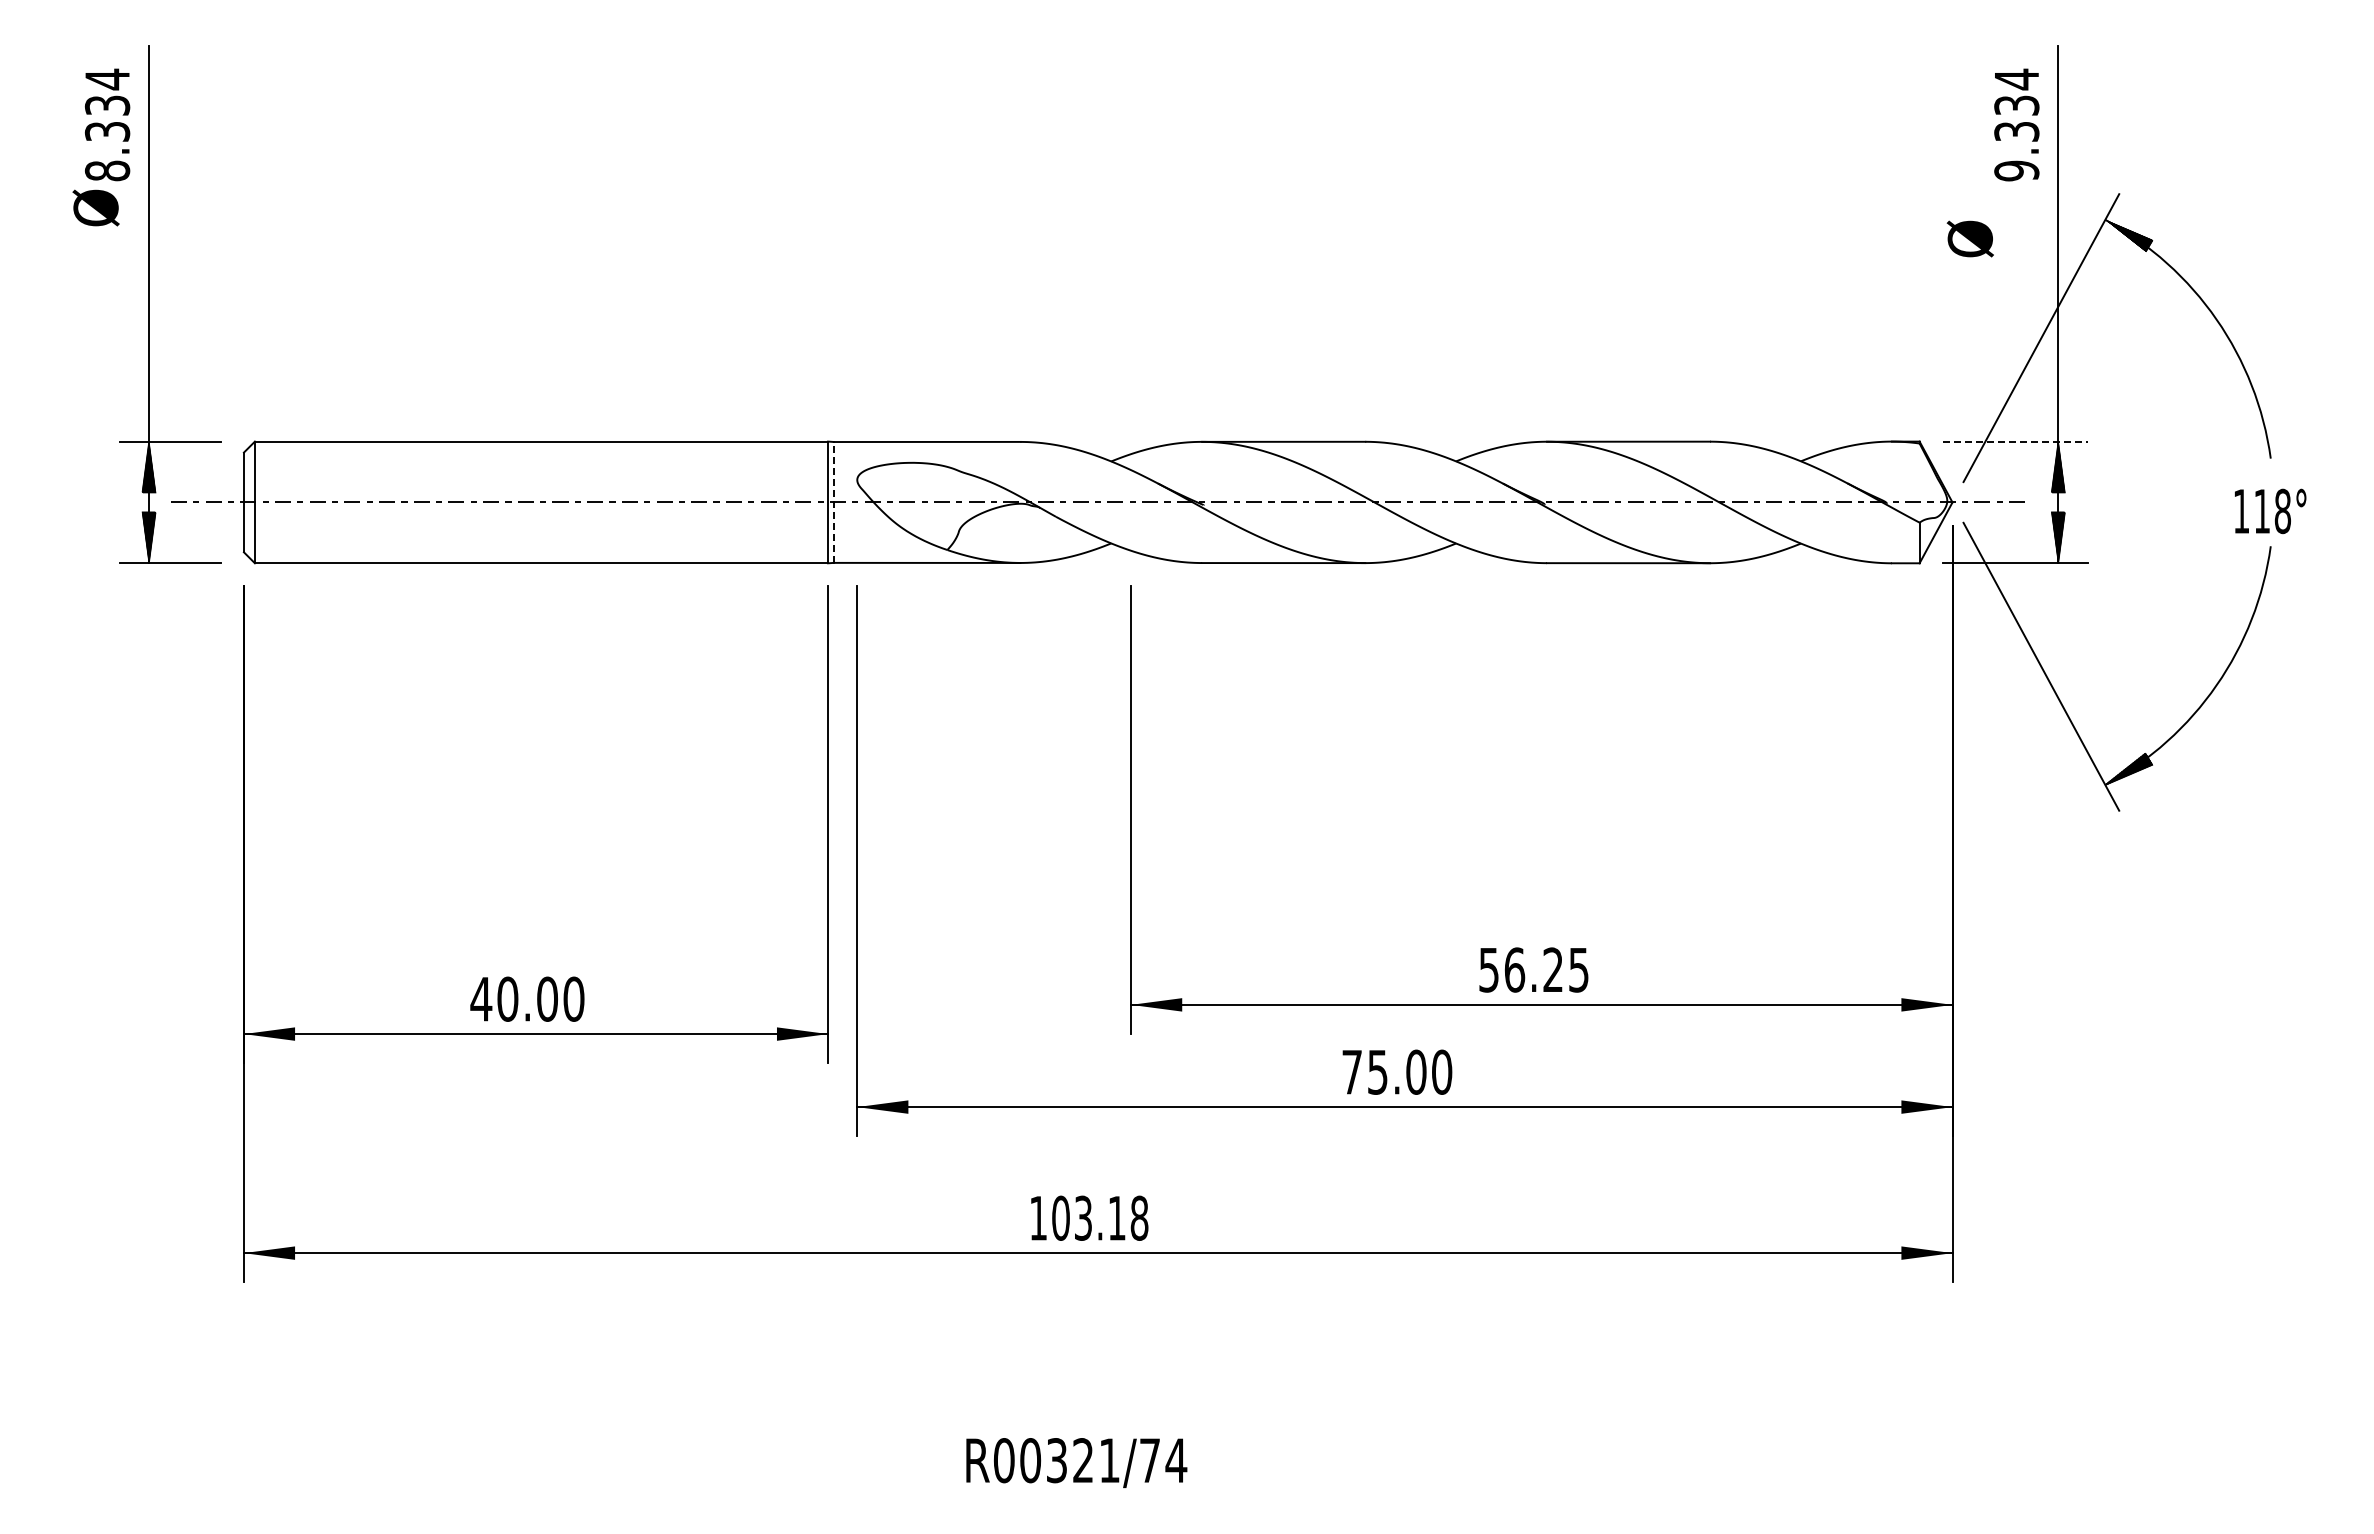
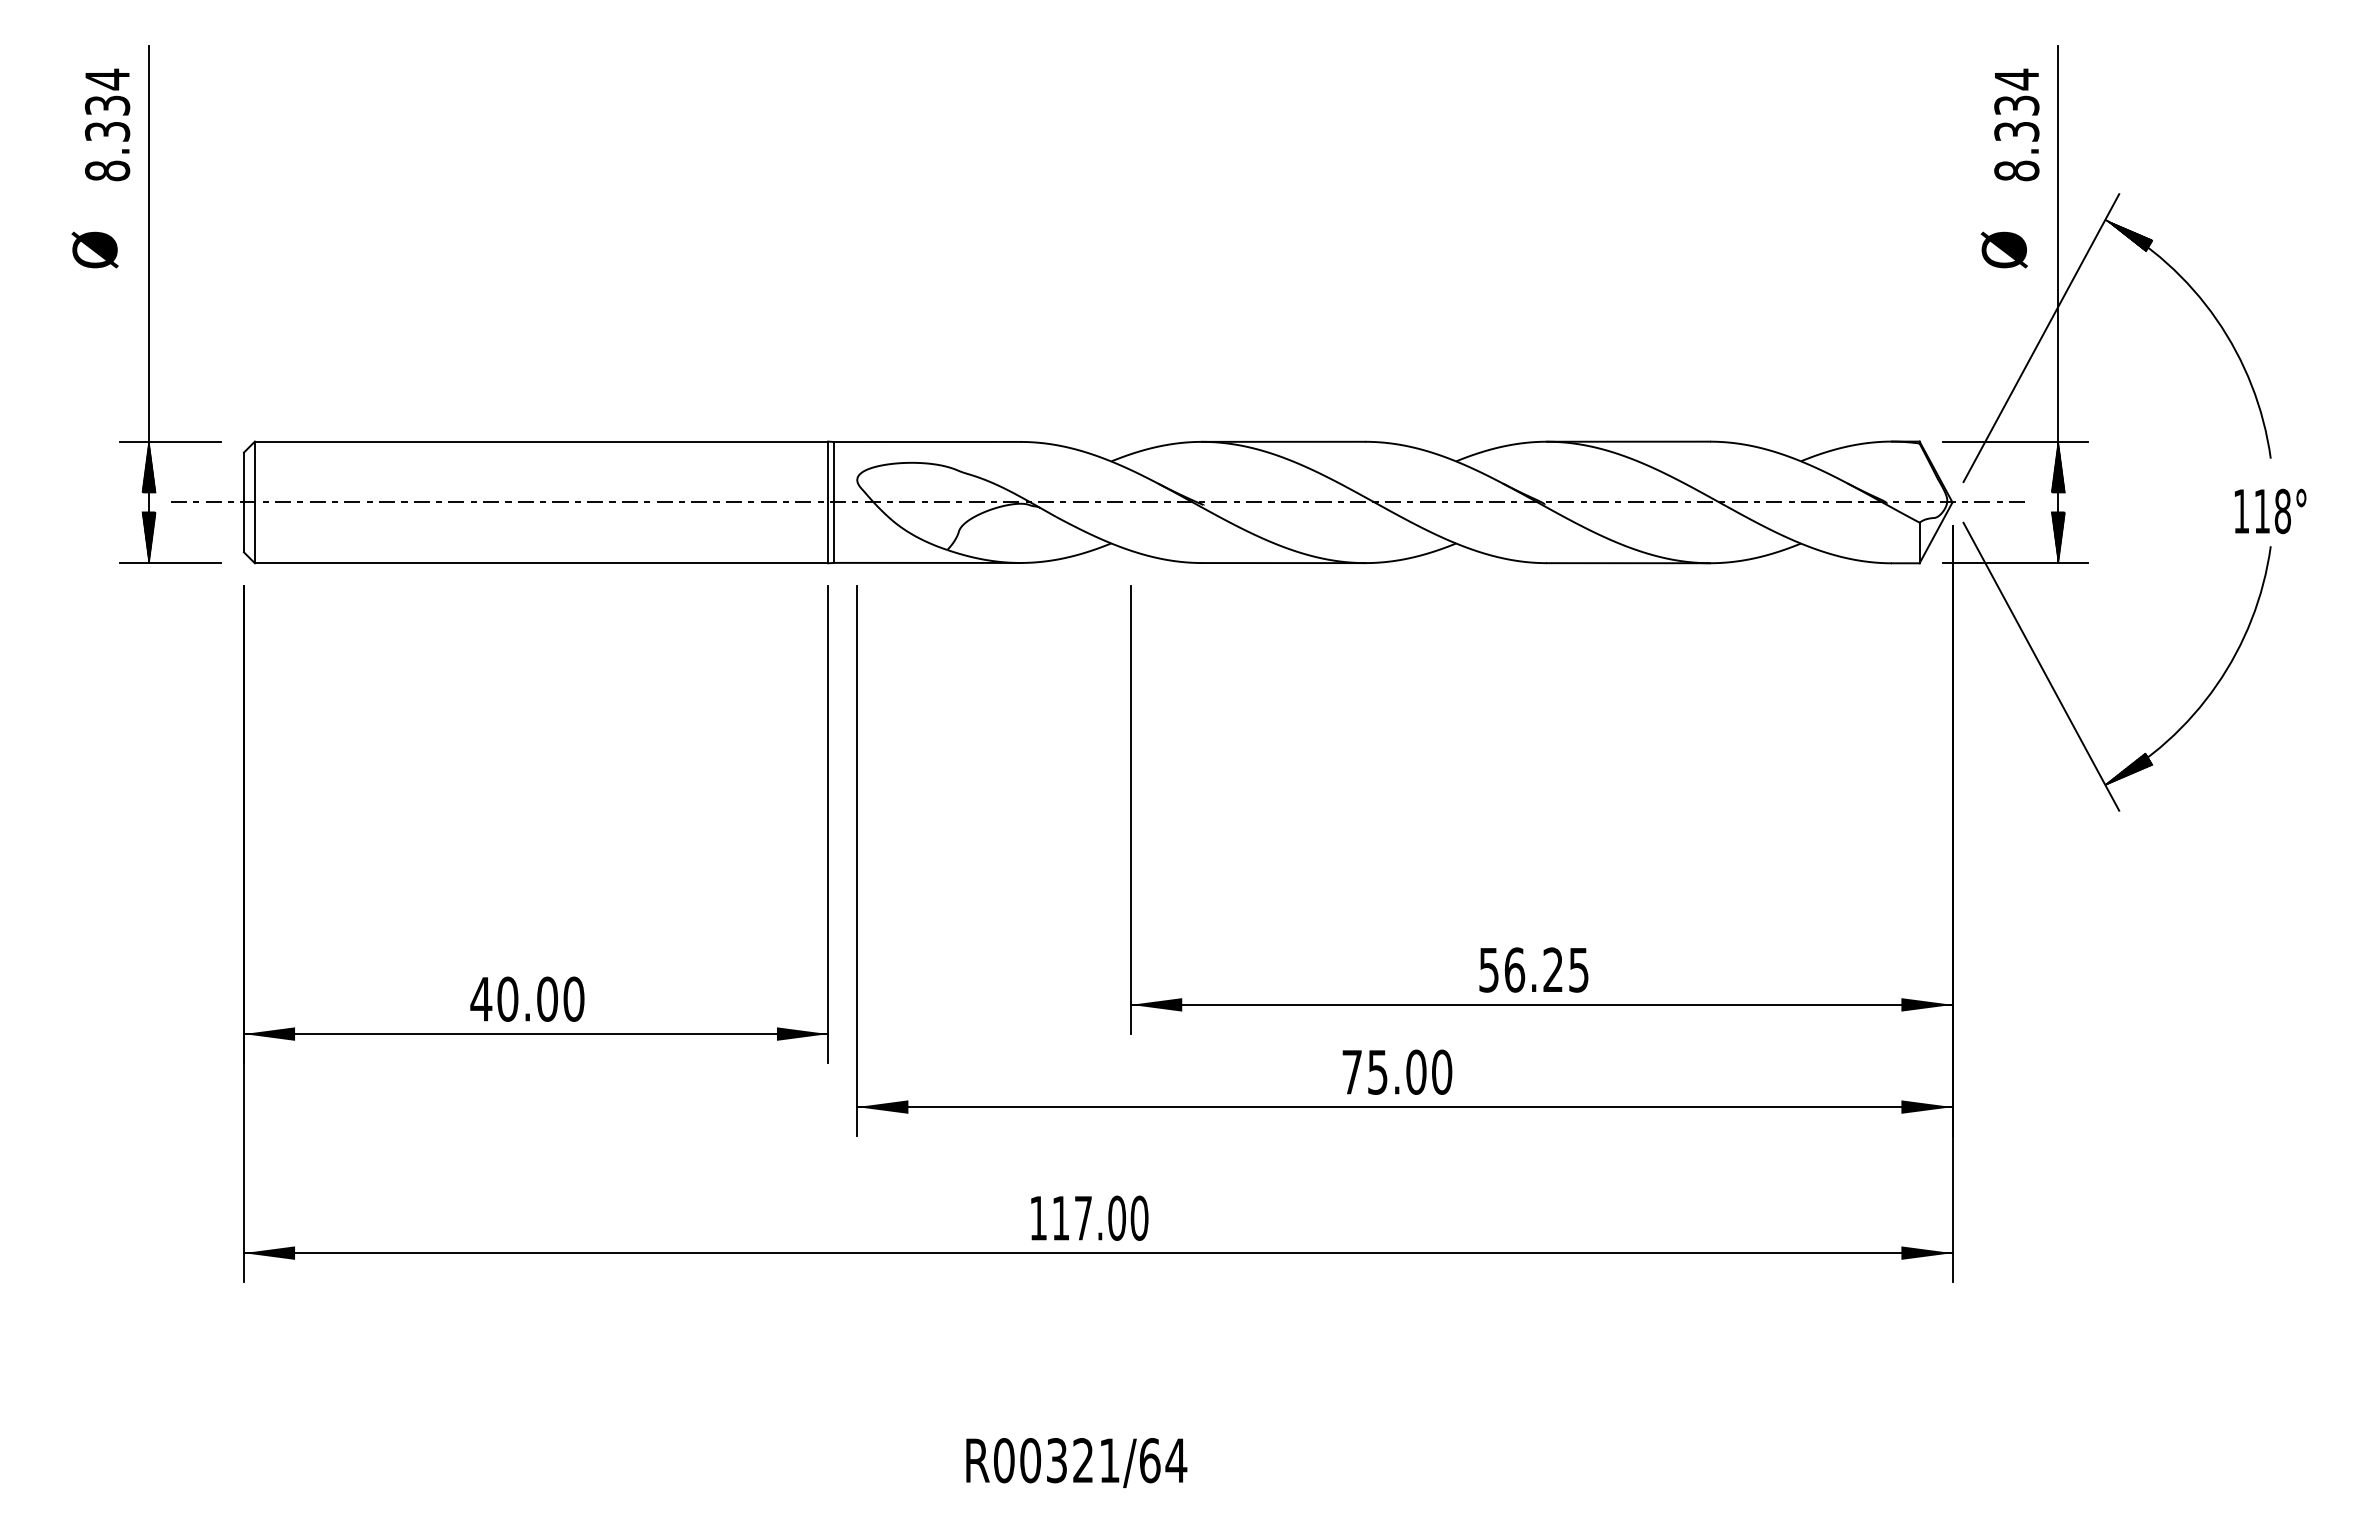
text at (2016, 170): 9.334 -> 8.334
text at (95, 207) position: (95, 207) -> (94, 249)
text at (1969, 238) position: (1969, 238) -> (2003, 249)
line at (2015, 441): dashed -> solid
line at (833, 501): dashed -> solid
text at (1100, 1217): 103.18 -> 117.00
text at (1149, 1460): R00321/74 -> R00321/64
